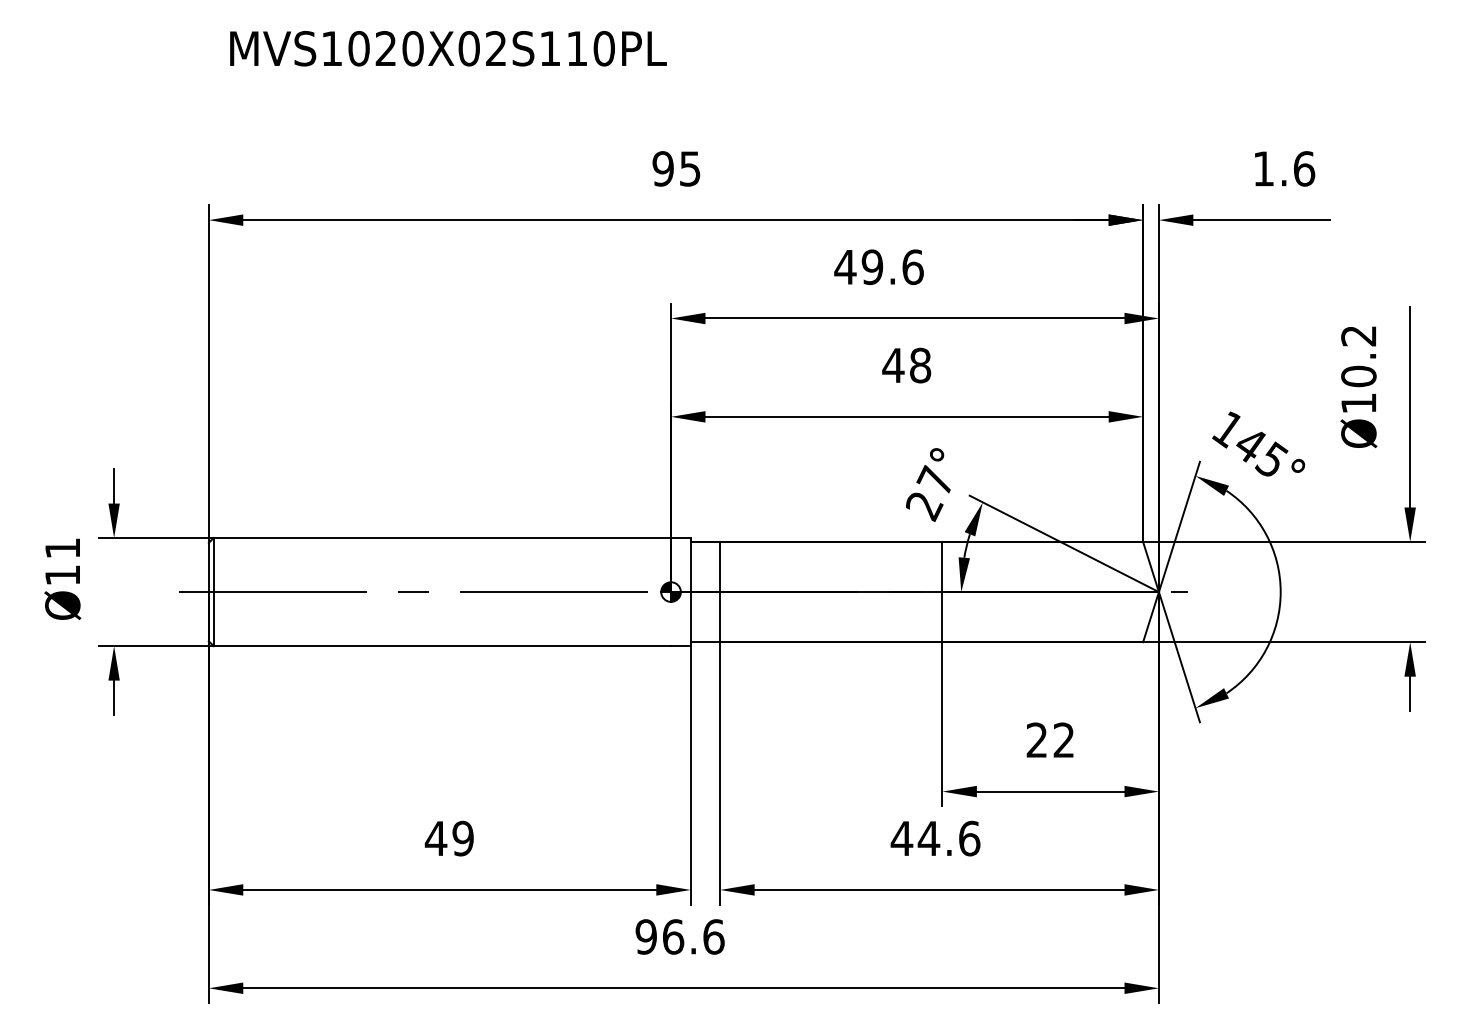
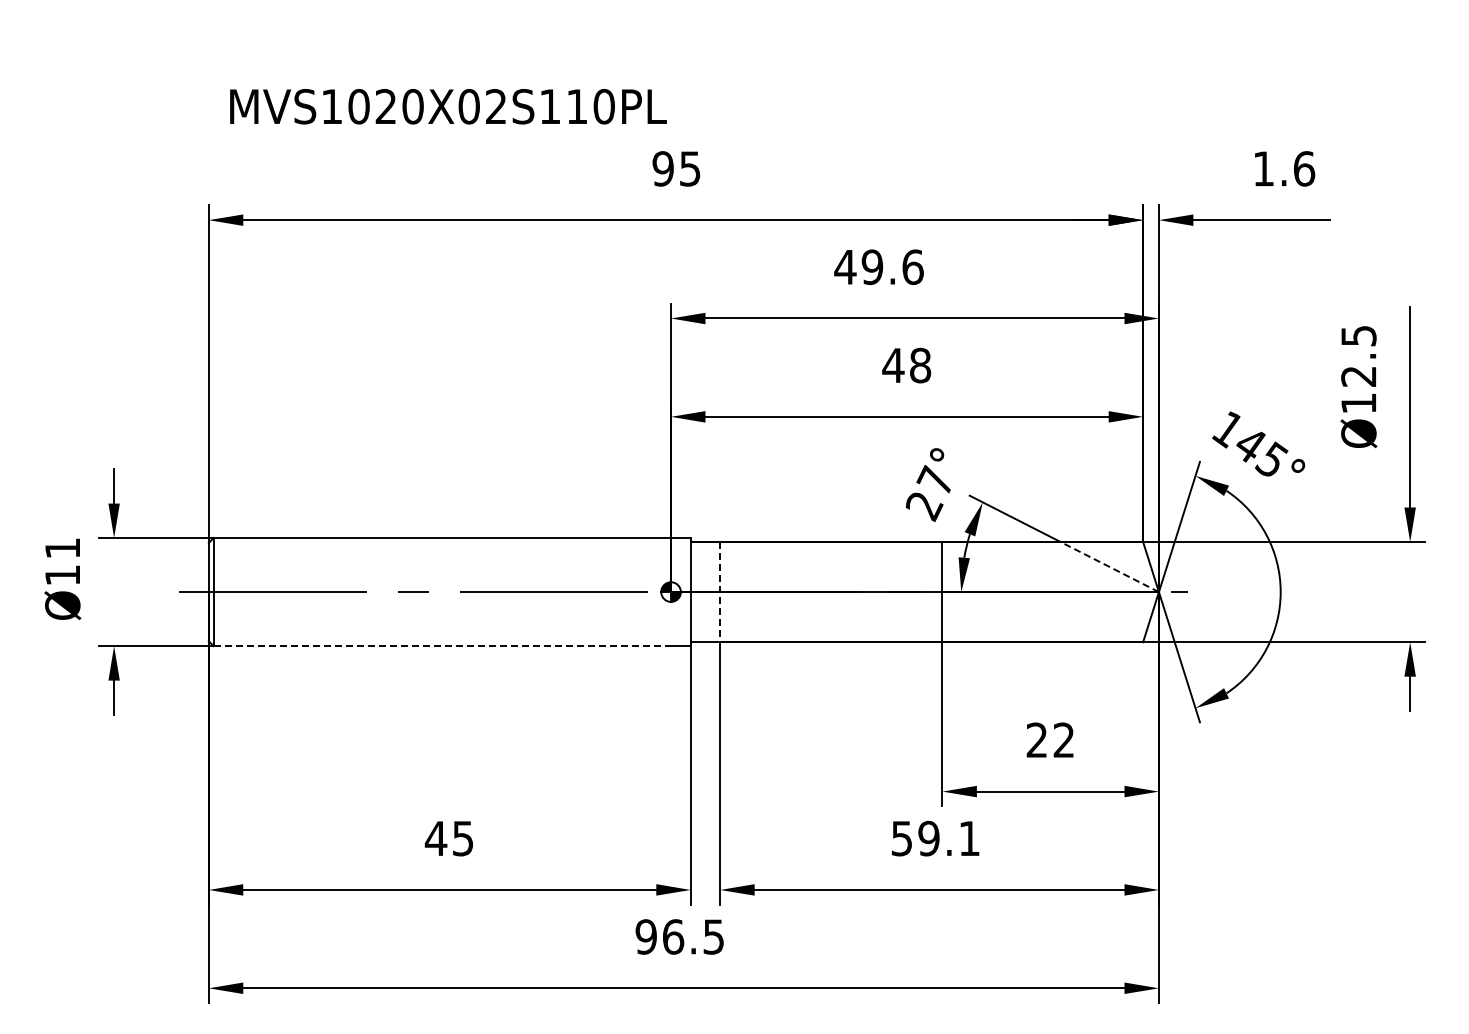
text at (448, 48) position: (448, 48) -> (448, 106)
text at (1358, 356): Ø10.2 -> Ø12.5
line at (1109, 566): solid -> dashed
line at (720, 592): solid -> dashed
line at (442, 646): solid -> dashed
text at (462, 838): 49 -> 45
text at (935, 838): 44.6 -> 59.1
text at (713, 936): 96.6 -> 96.5
